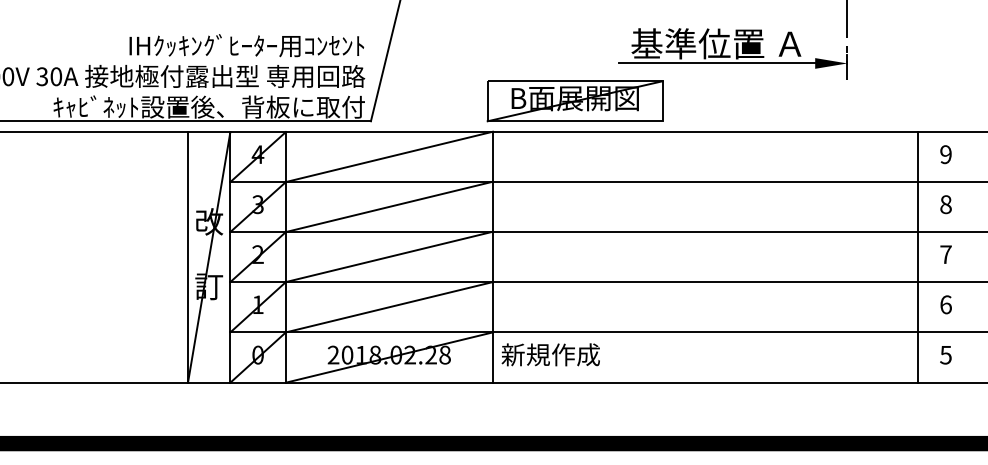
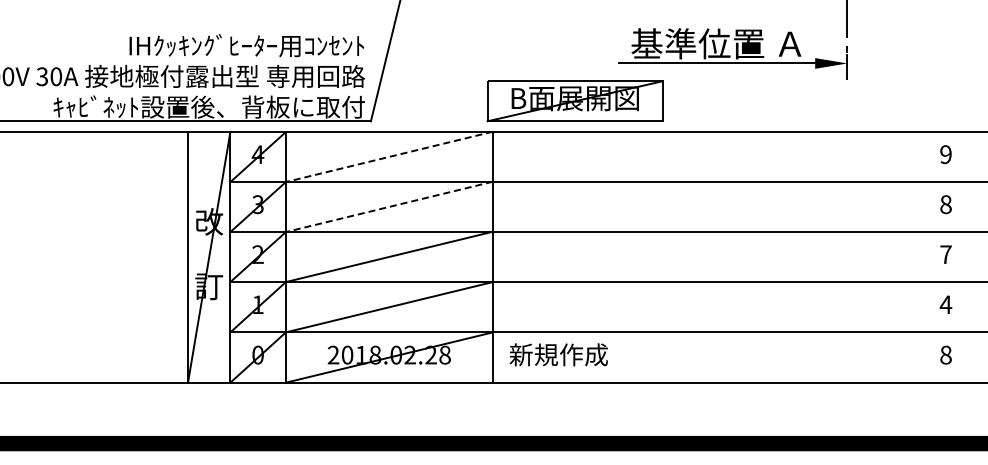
line at (389, 156): solid -> dashed
line at (389, 206): solid -> dashed
line at (918, 257): present -> none
text at (945, 304): 6 -> 4
text at (550, 354) position: (550, 354) -> (558, 354)
text at (945, 354): 5 -> 8
